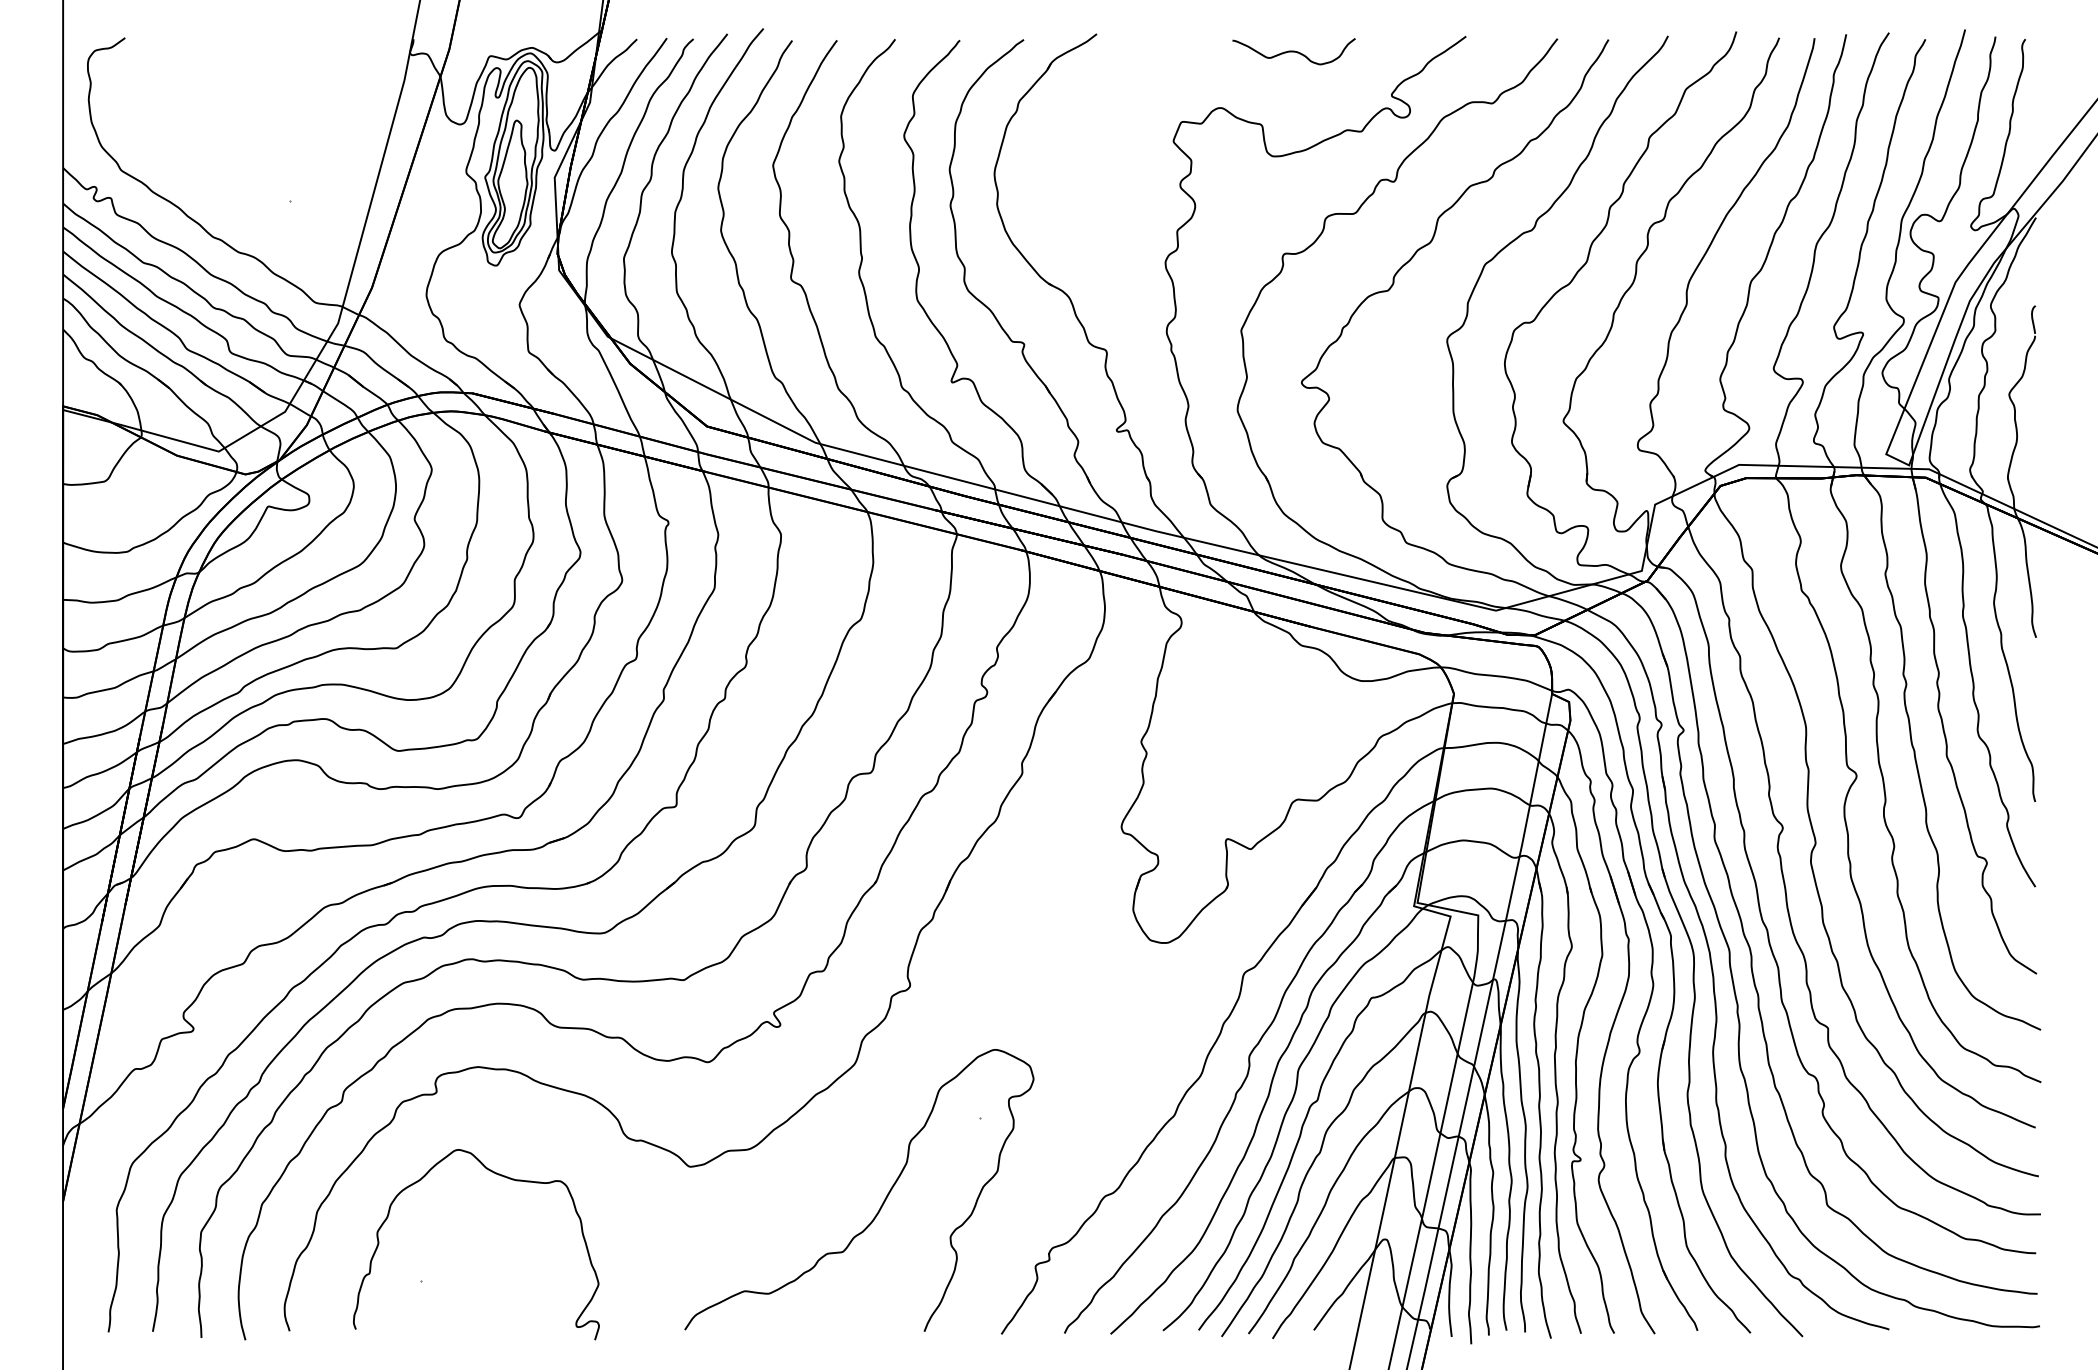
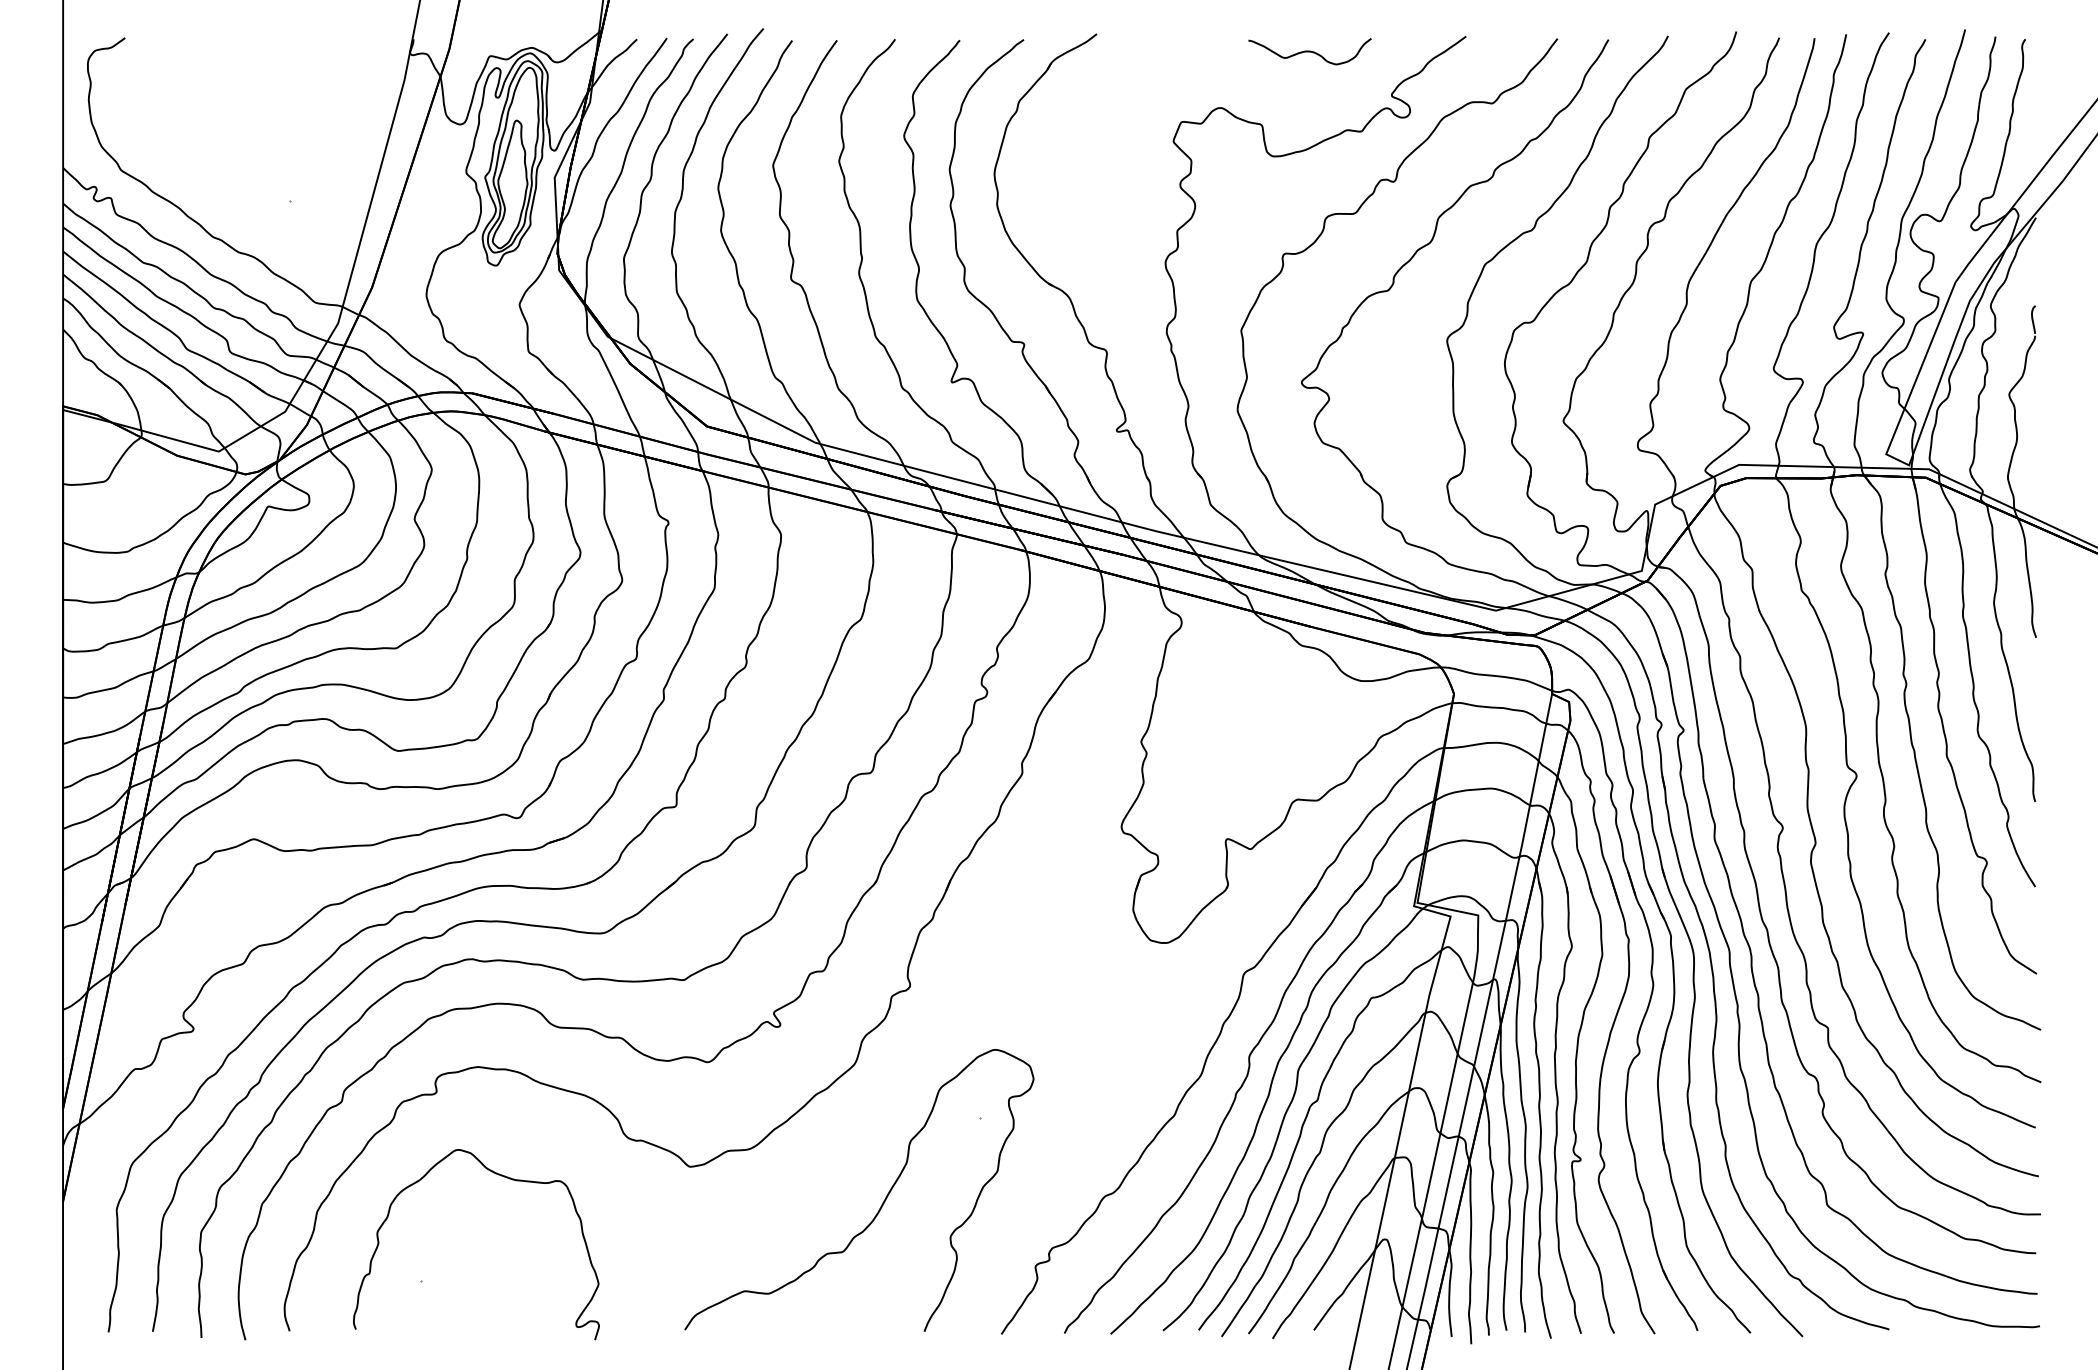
curve at (1293, 51) position: (1293, 51) -> (1309, 51)
